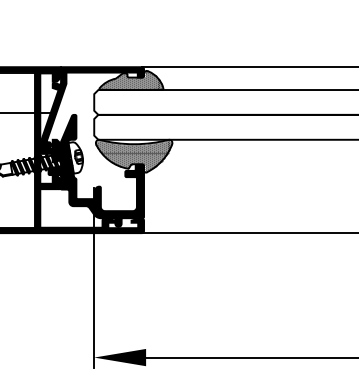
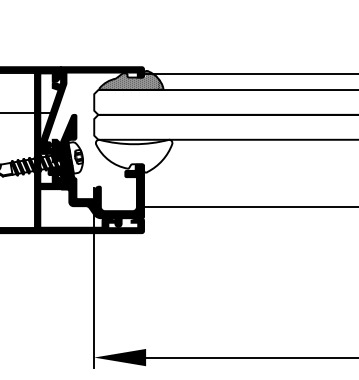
line at (248, 67) position: (248, 67) -> (248, 74)
hatch at (133, 155): present -> none
line at (248, 233) position: (248, 233) -> (248, 207)
